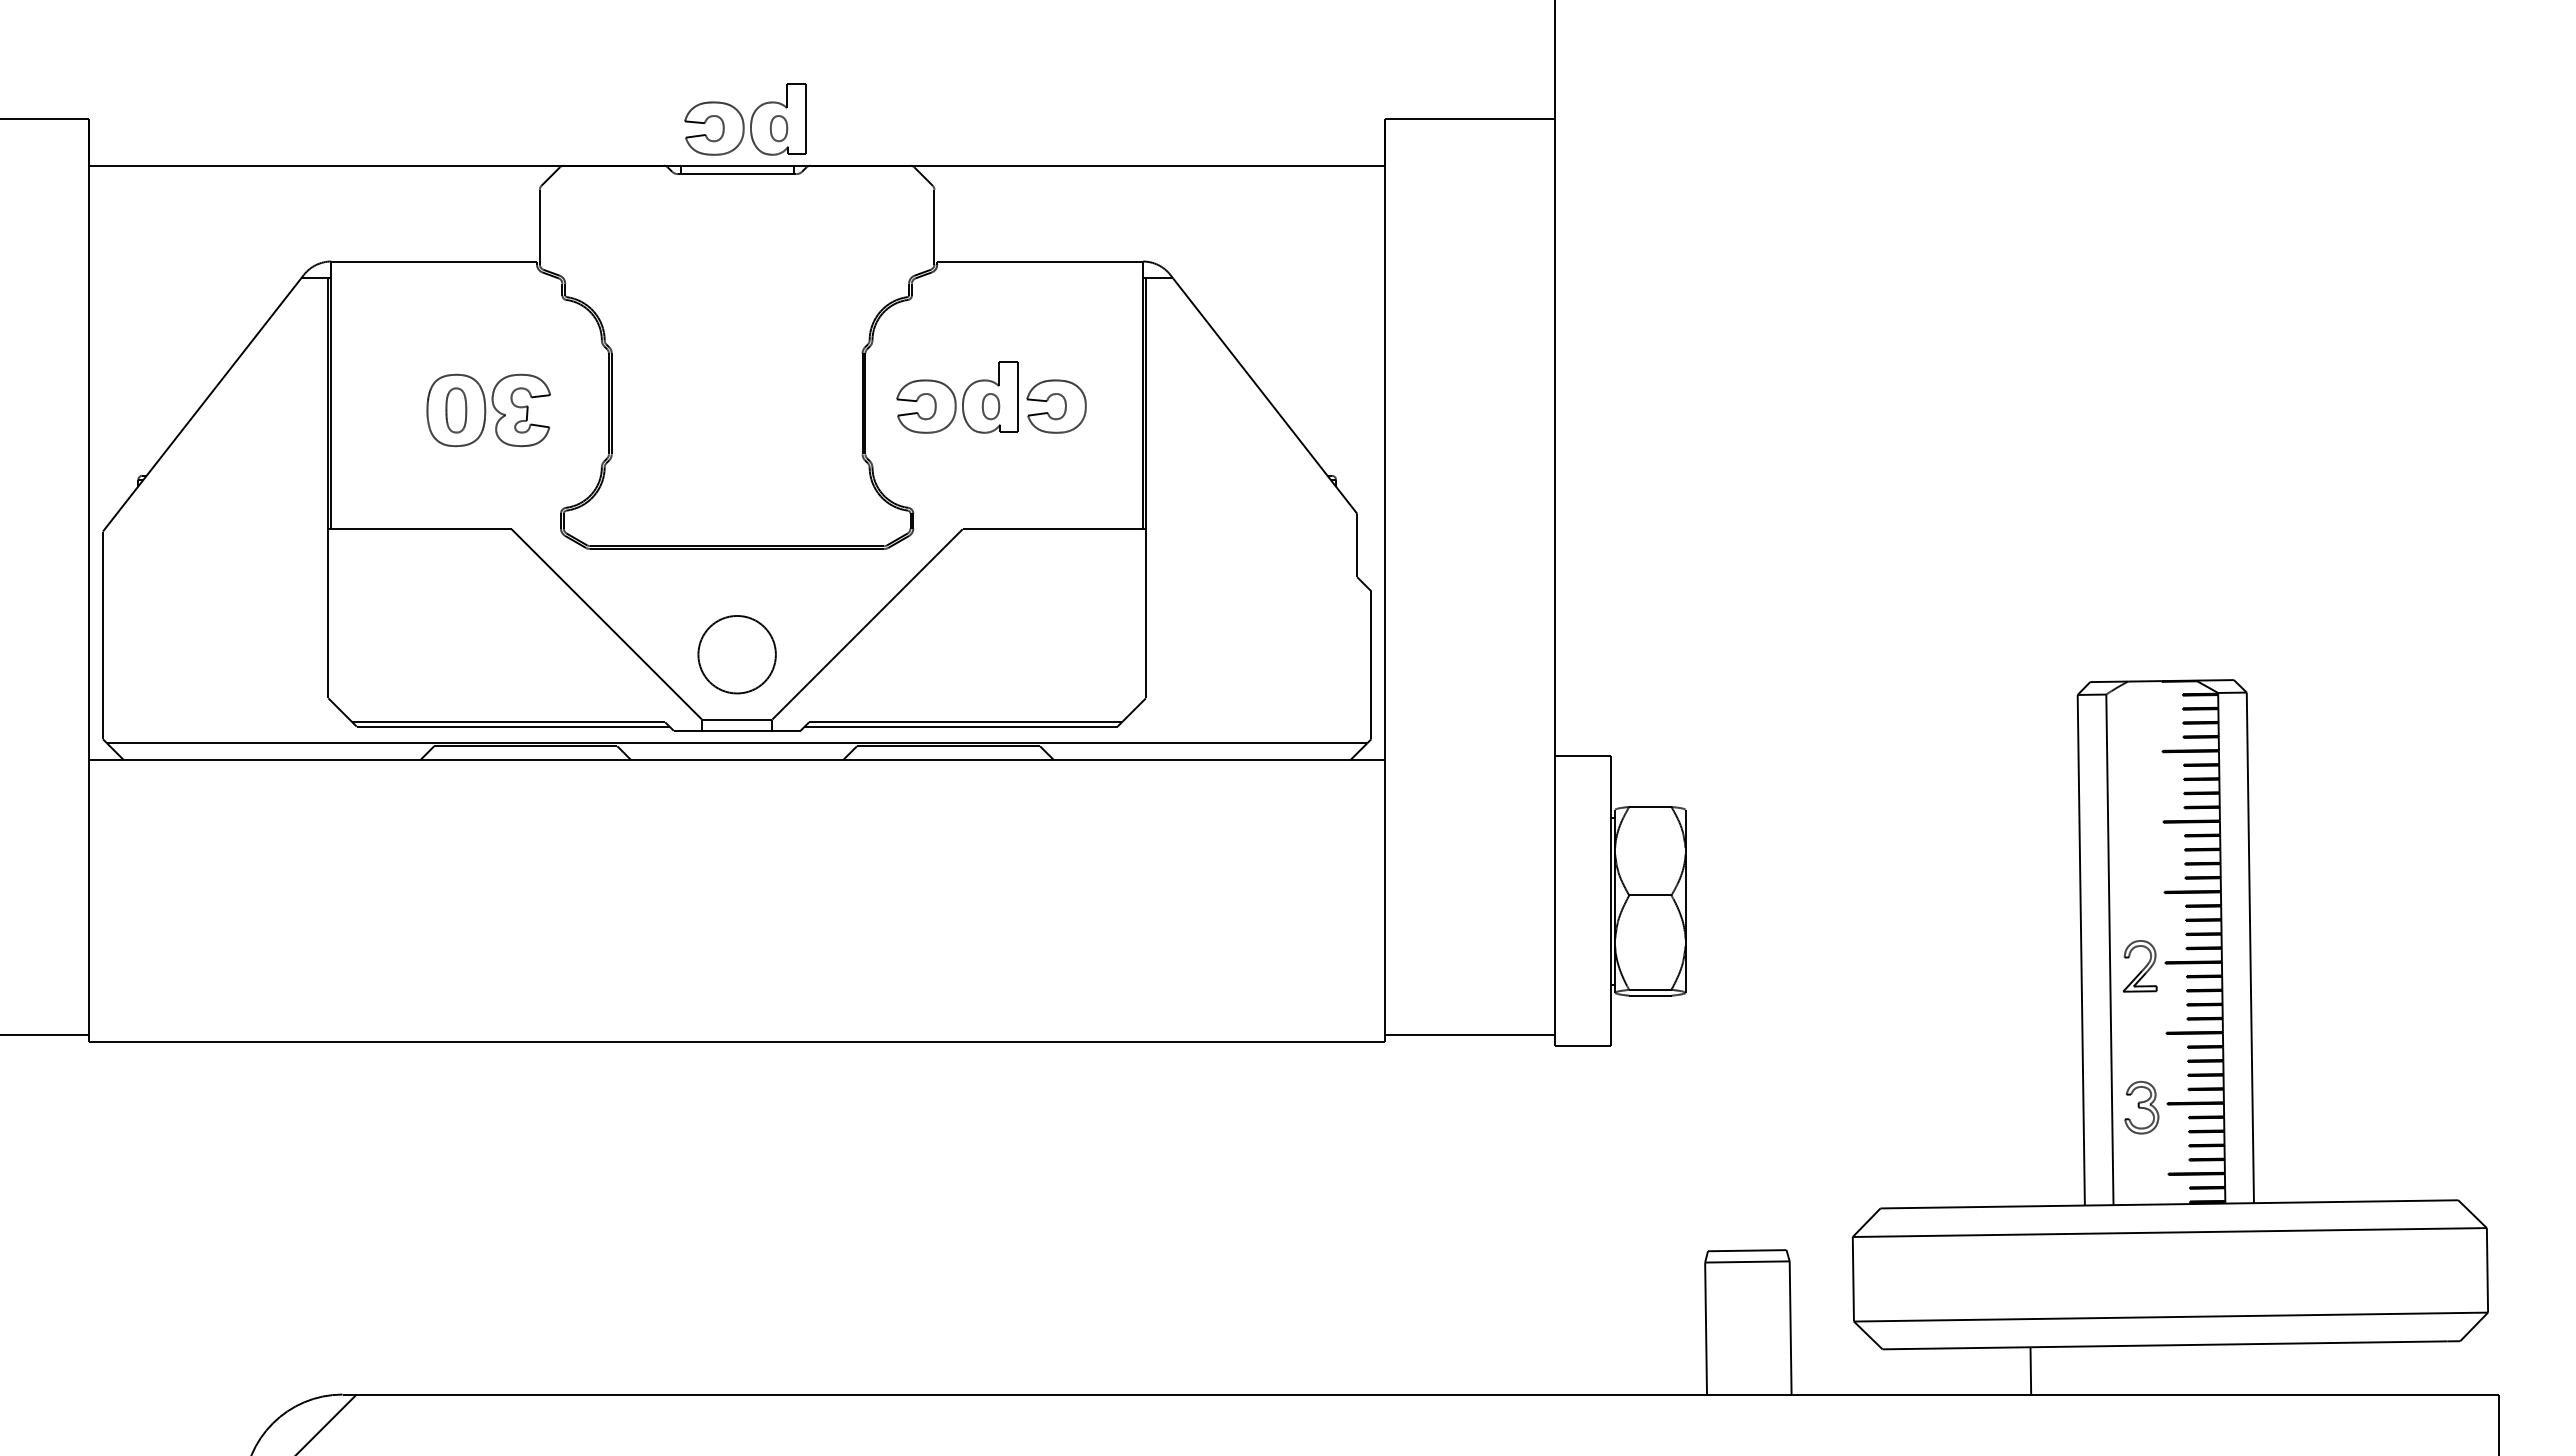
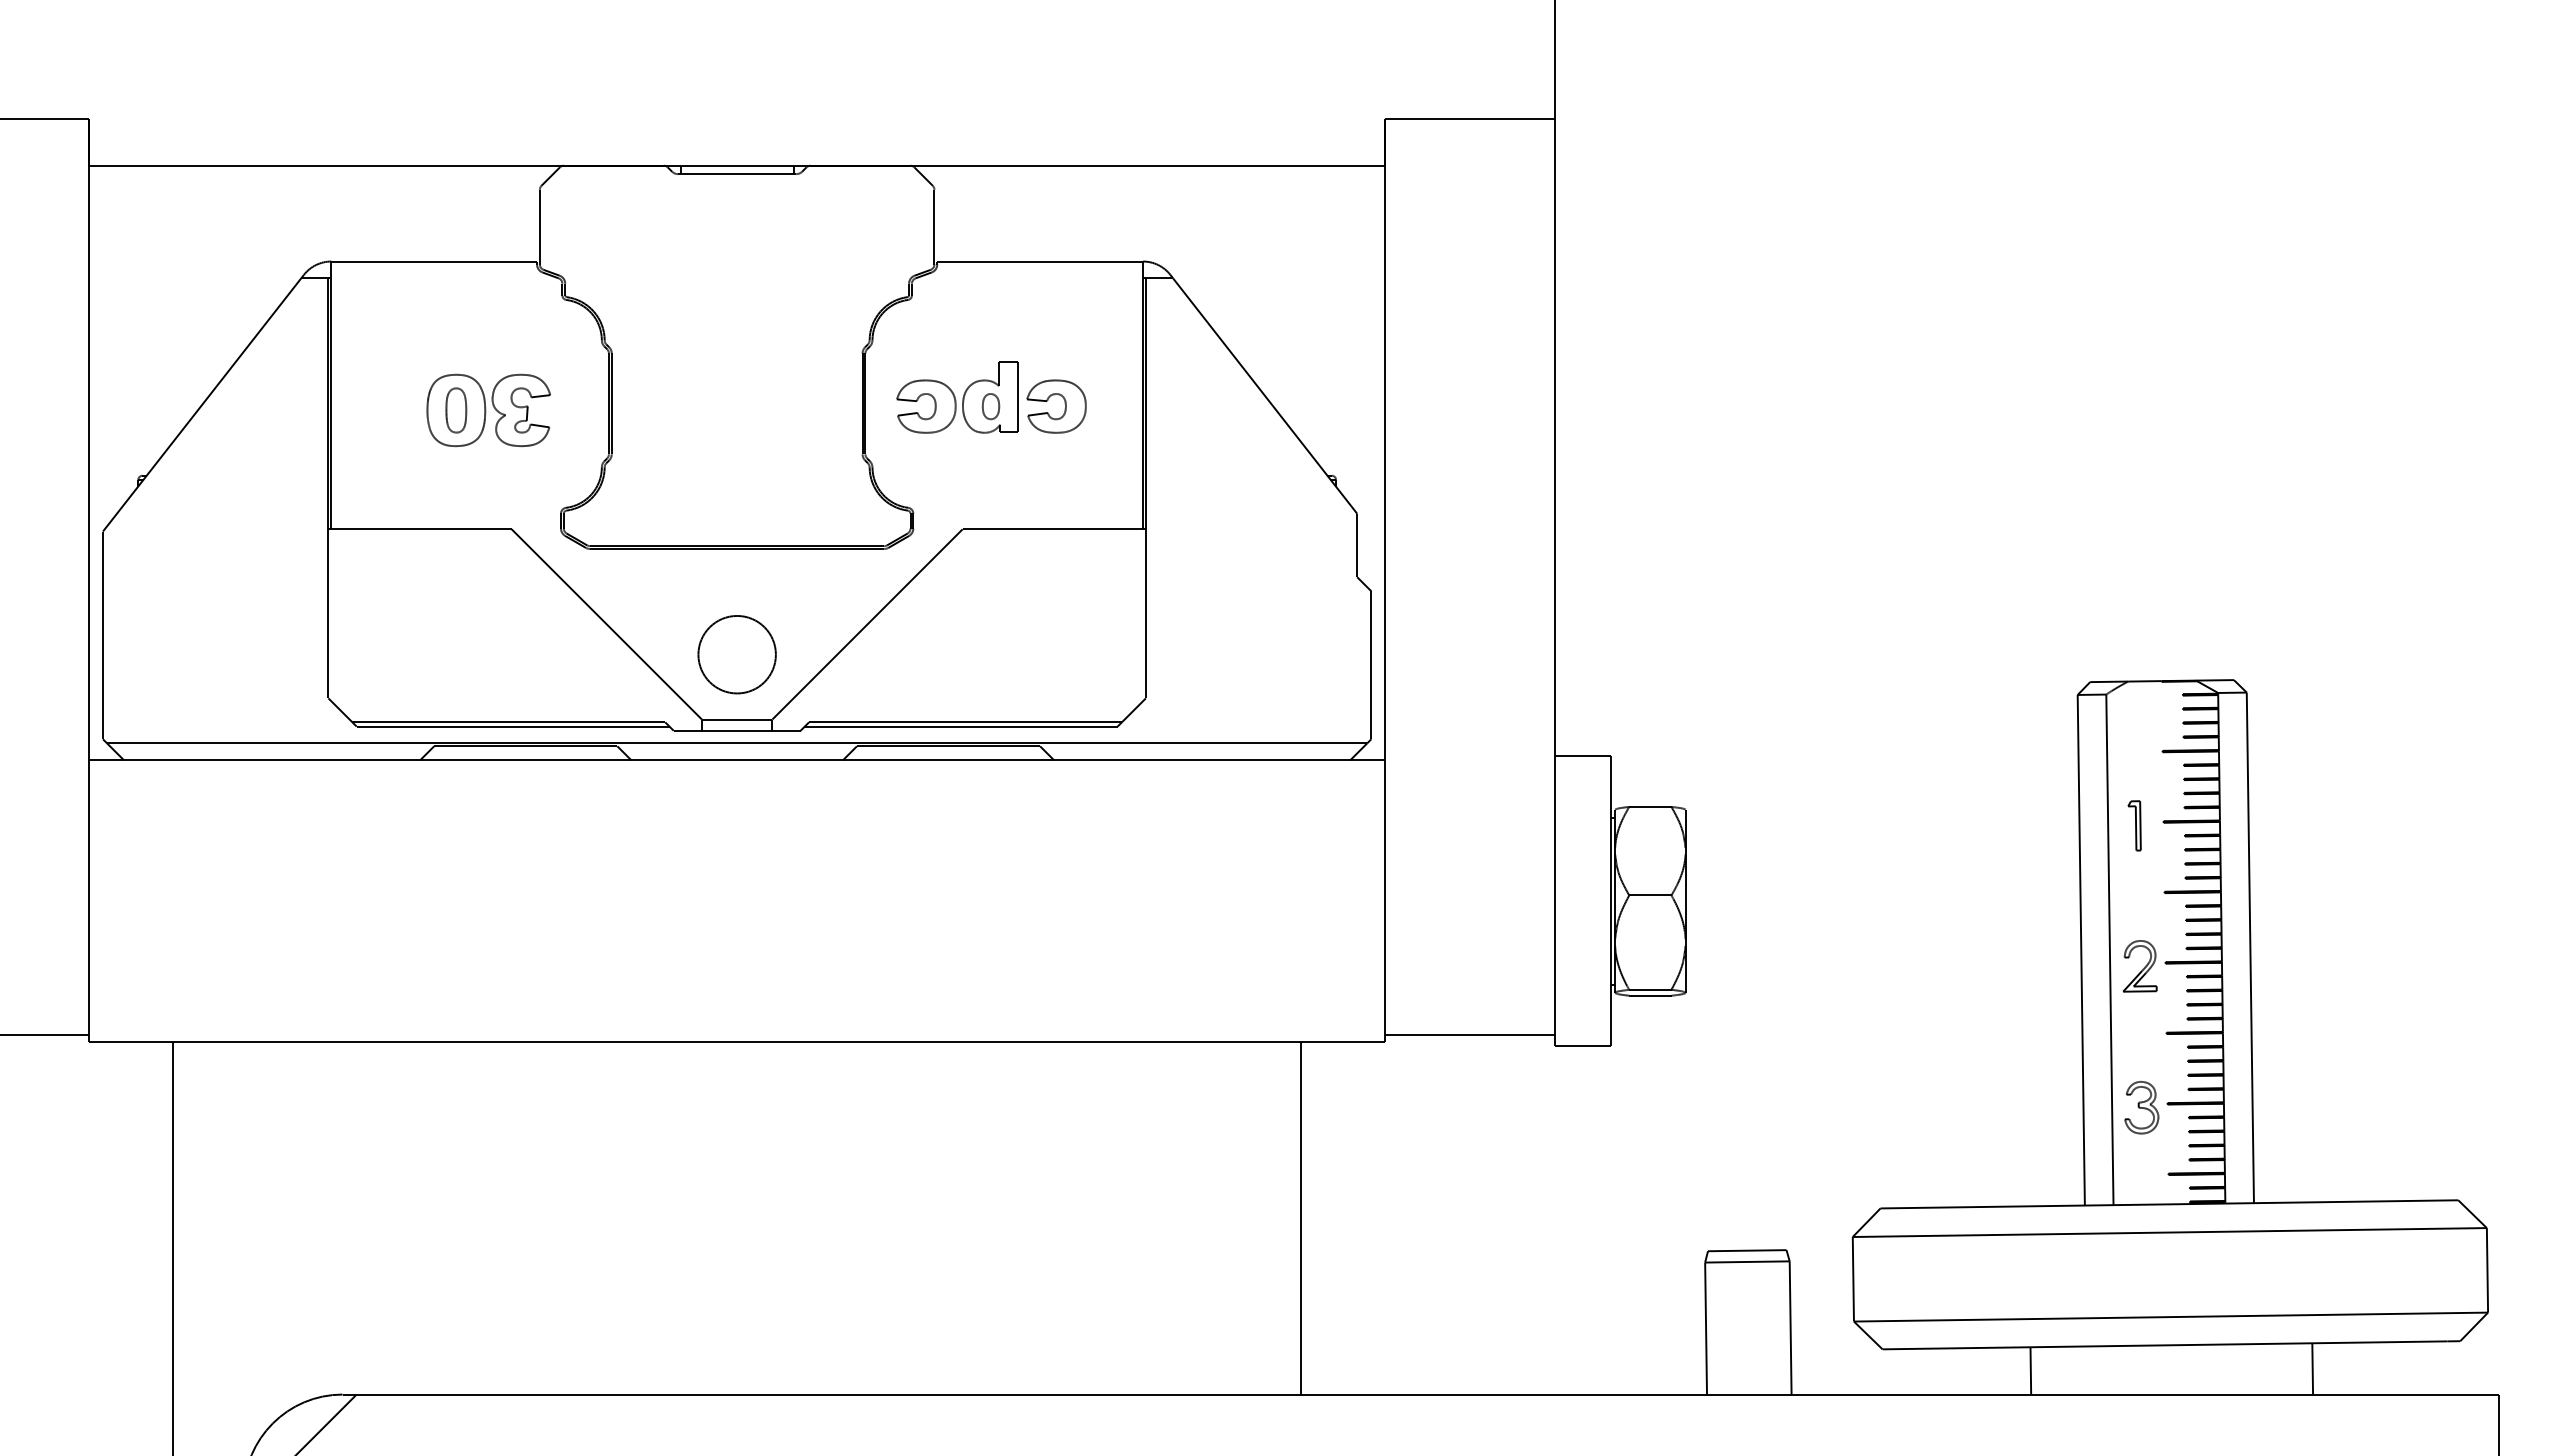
part at (745, 119): present -> none
part at (2134, 825): none -> present
line at (1300, 1218): none -> present
line at (173, 1247): none -> present
line at (2312, 1368): none -> present
